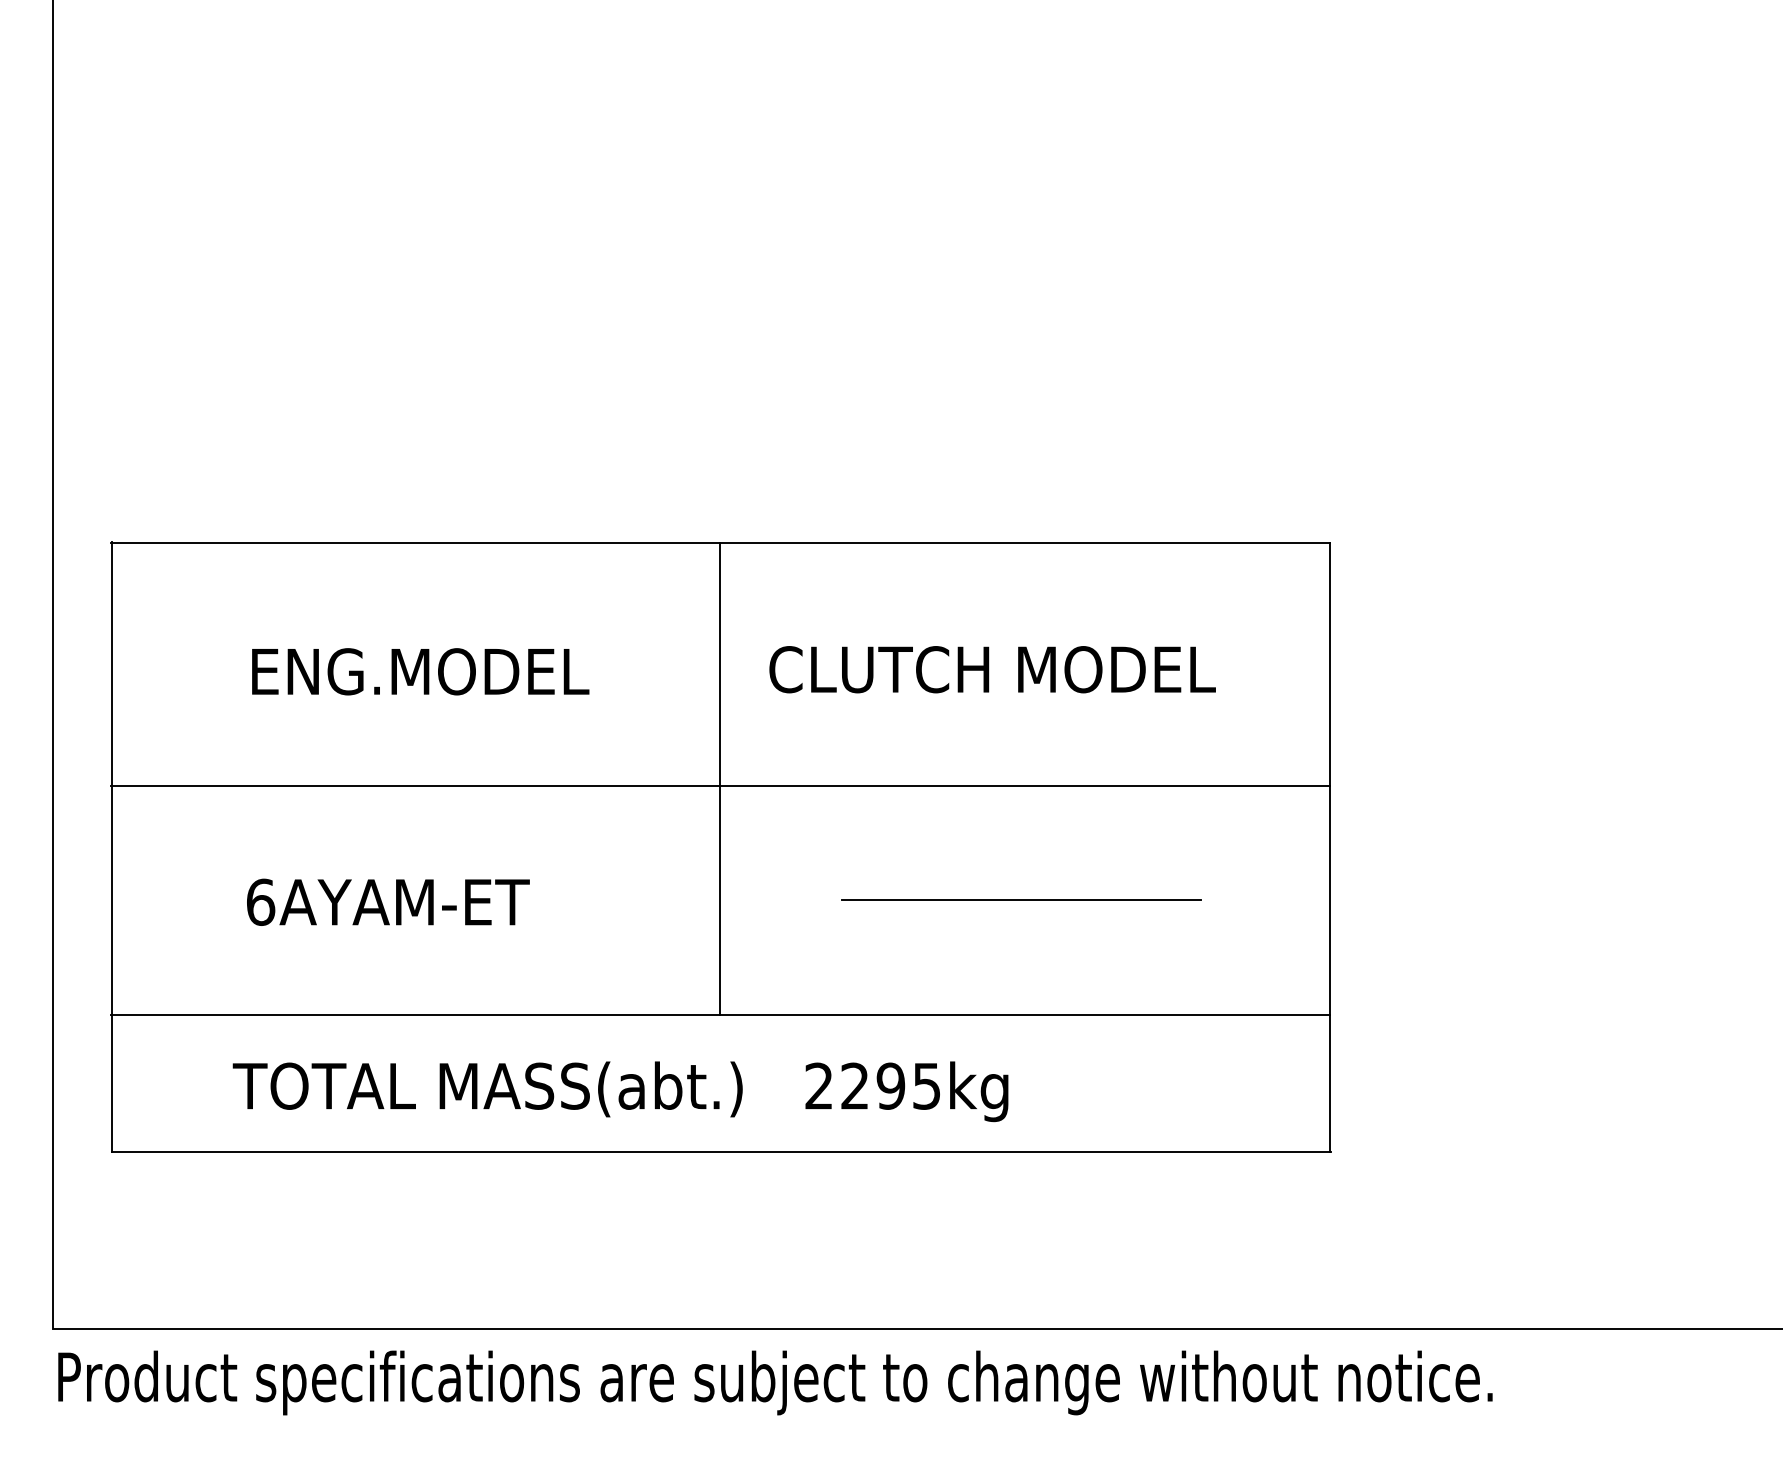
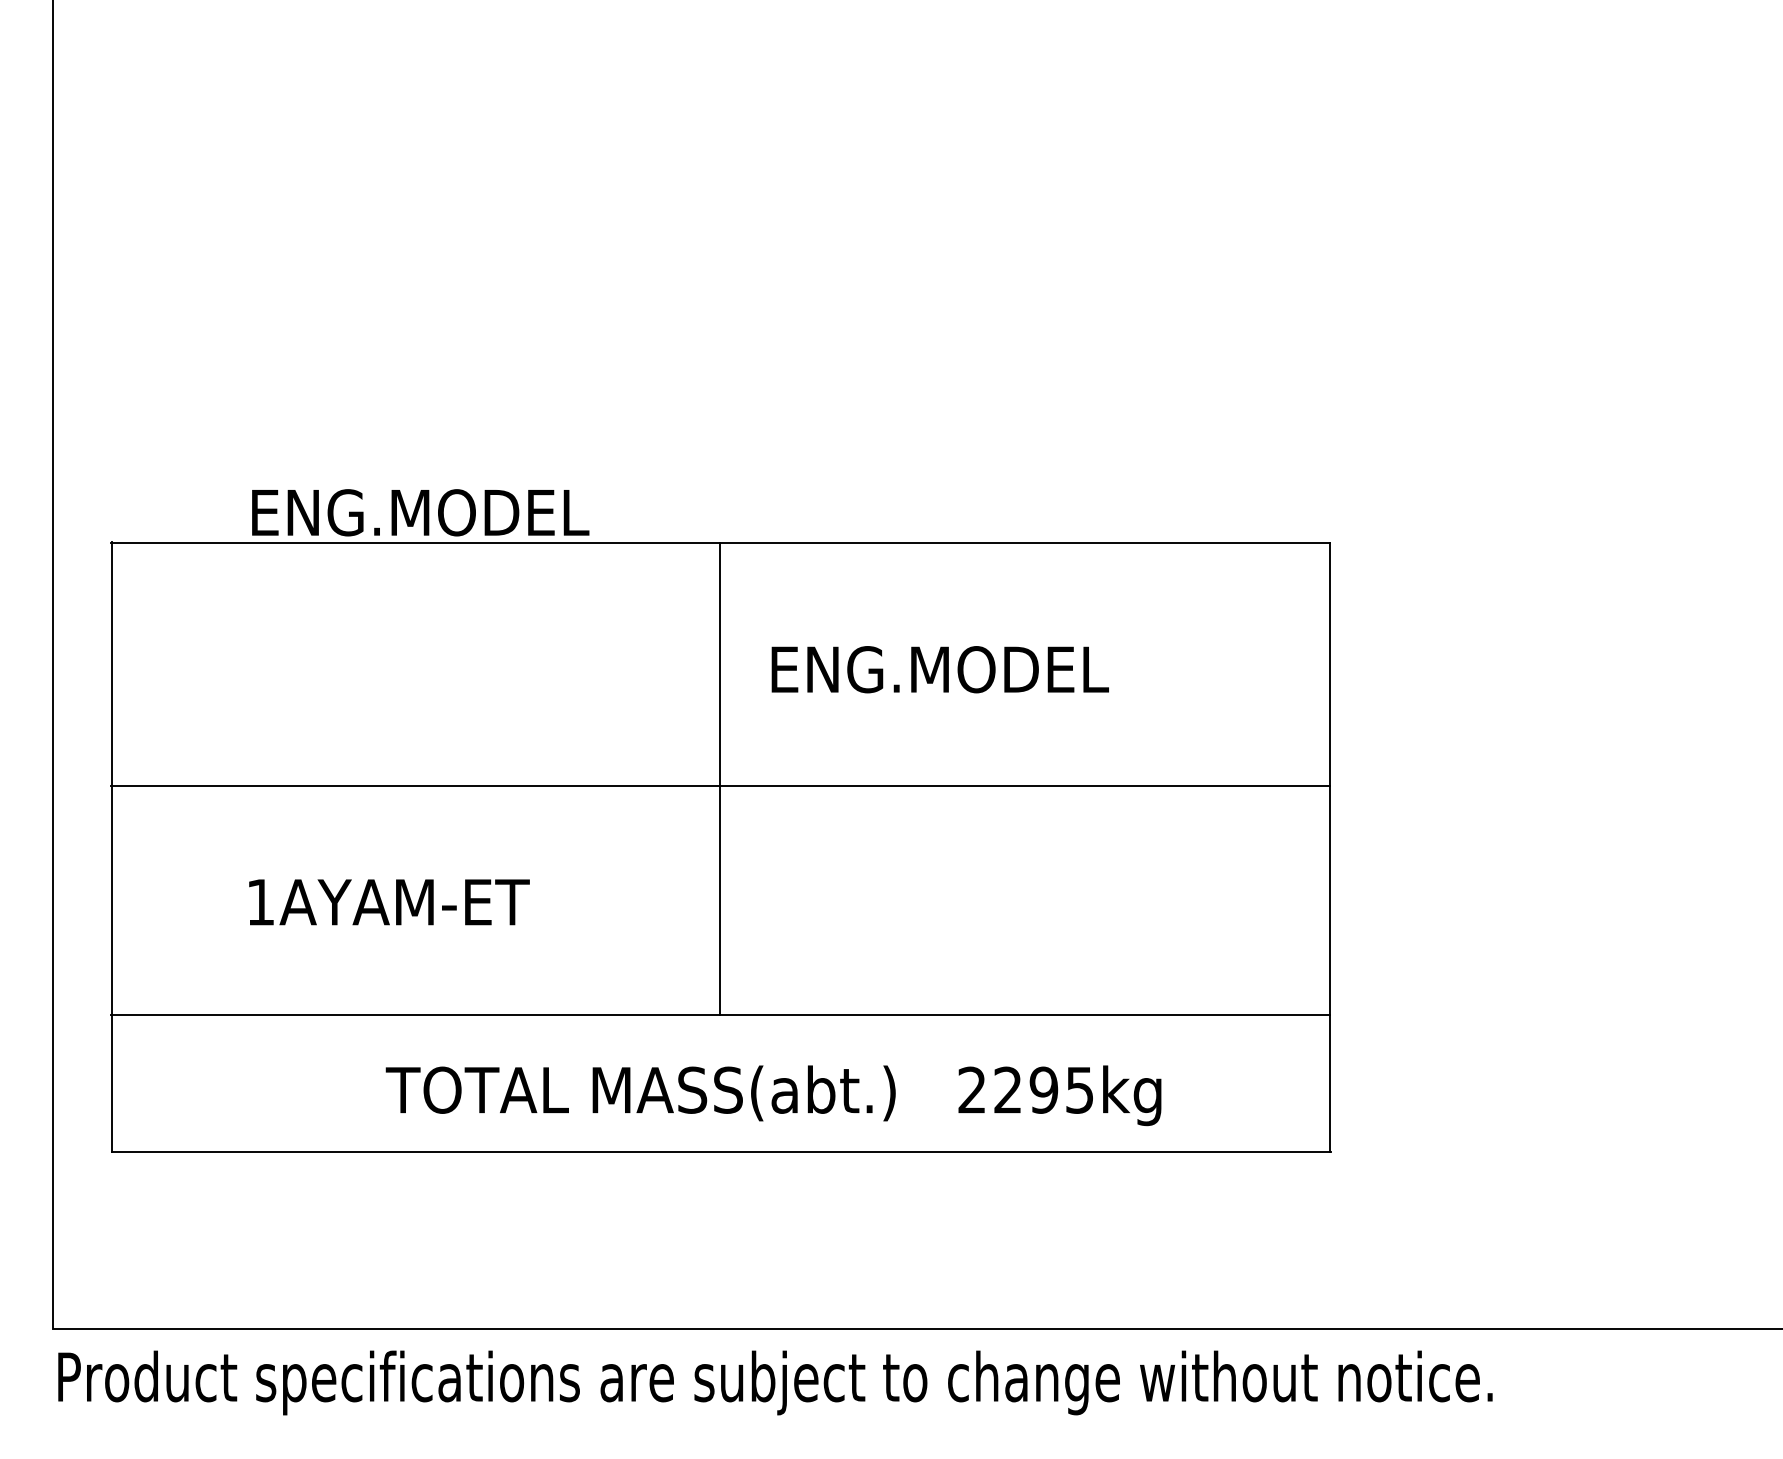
text at (992, 669): CLUTCH MODEL -> ENG.MODEL
text at (420, 671) position: (420, 671) -> (420, 512)
line at (1021, 900): present -> none
text at (261, 901): 6AYAM-ET -> 1AYAM-ET
text at (620, 1091) position: (620, 1091) -> (773, 1095)
